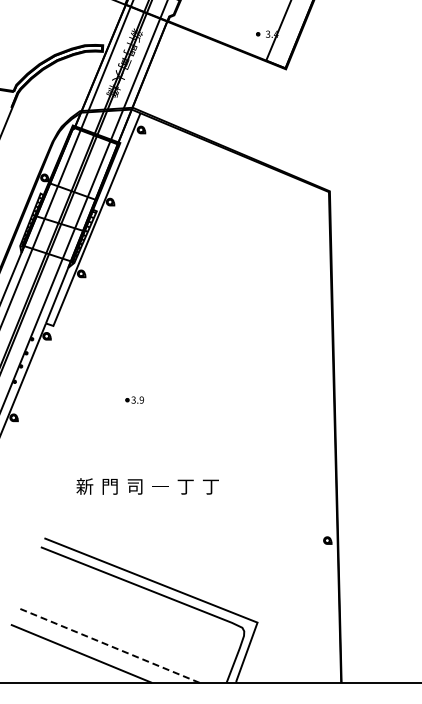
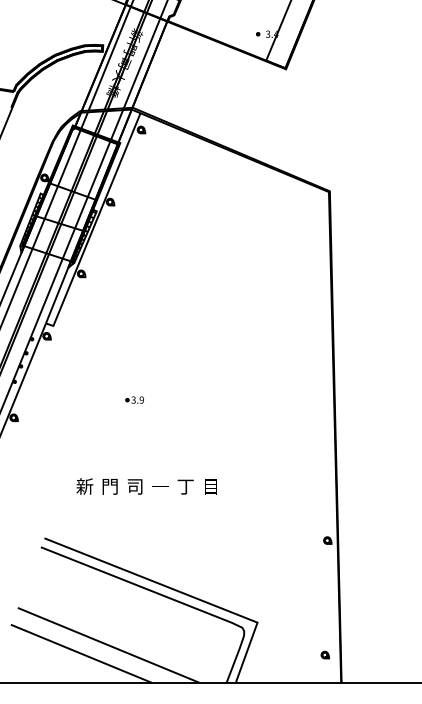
text at (210, 486): 丁 -> 目
line at (108, 645): dashed -> solid
part at (324, 654): none -> present
